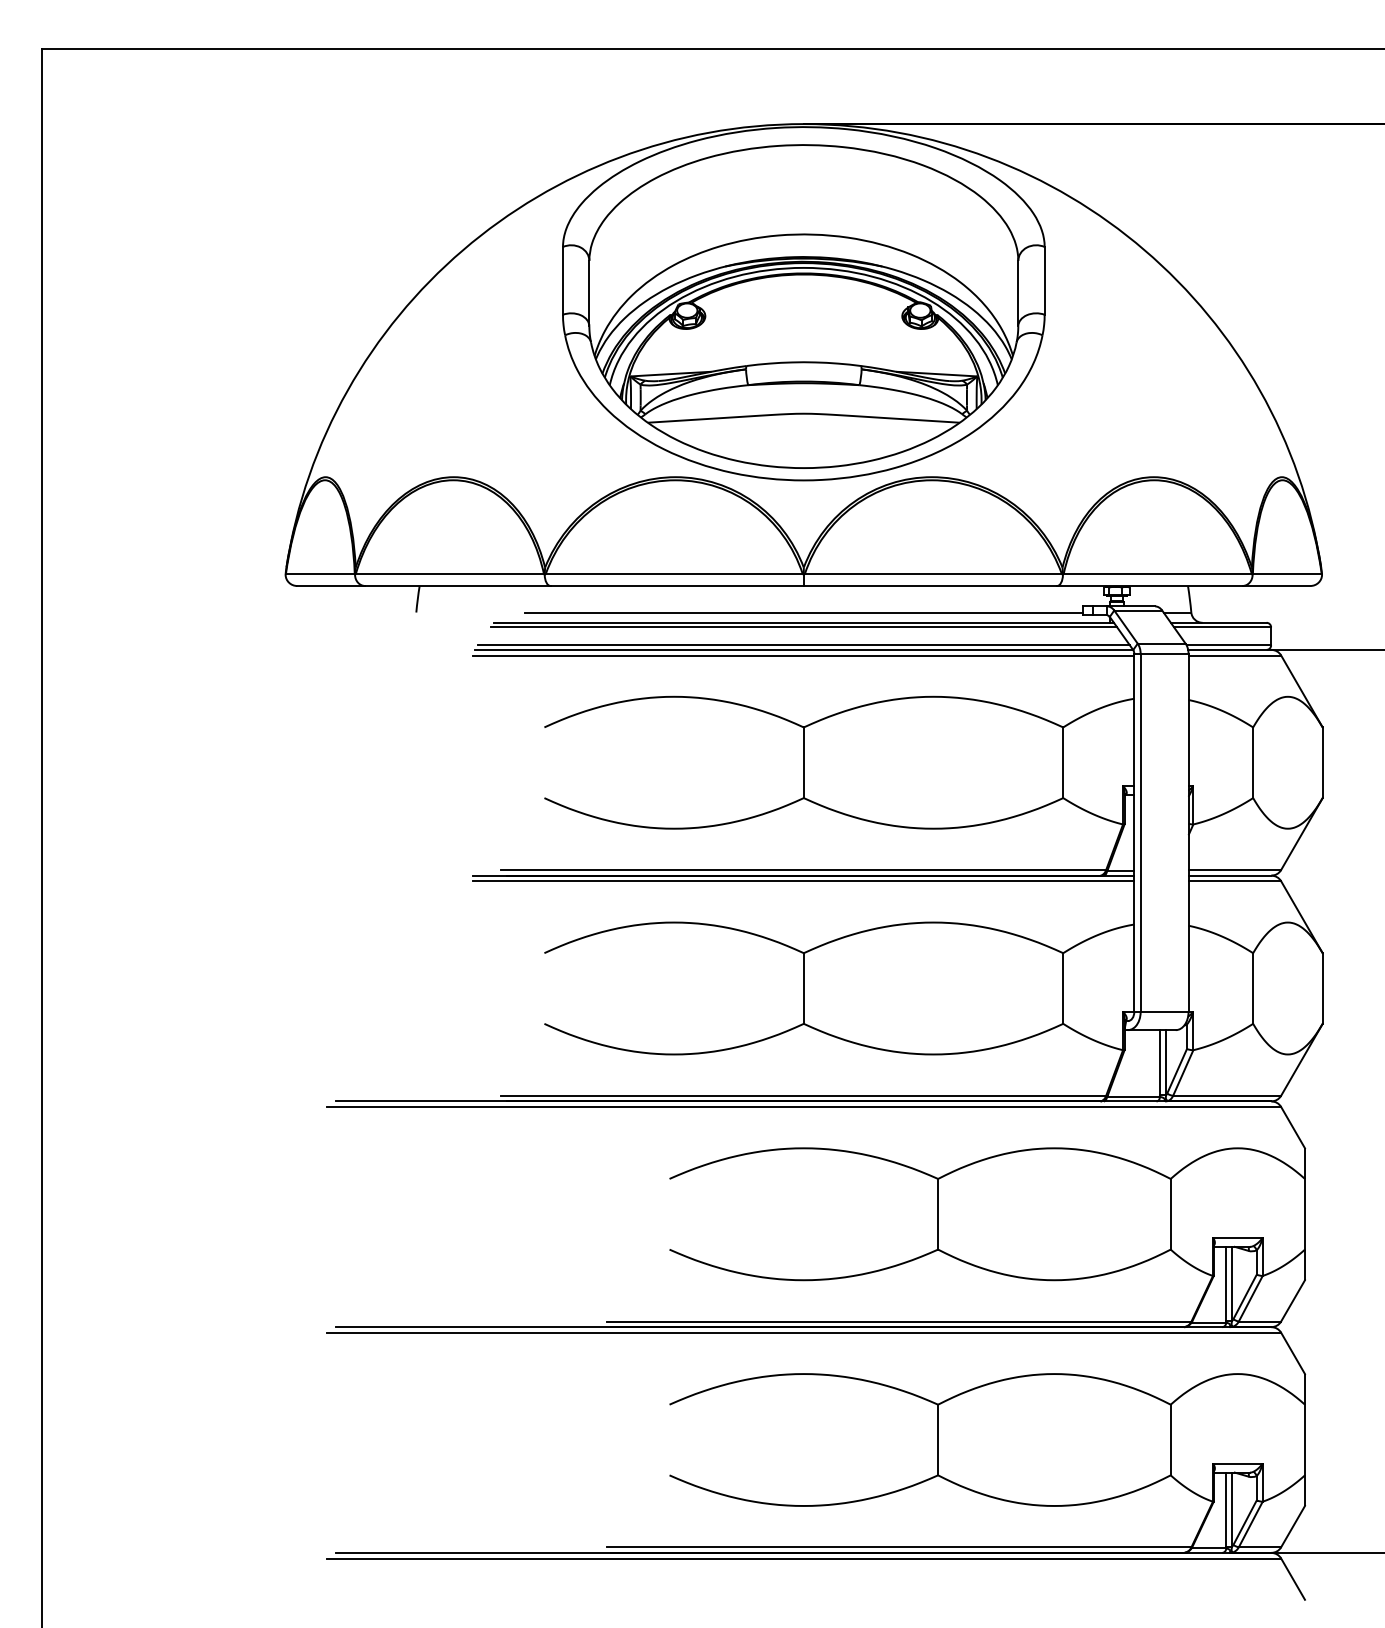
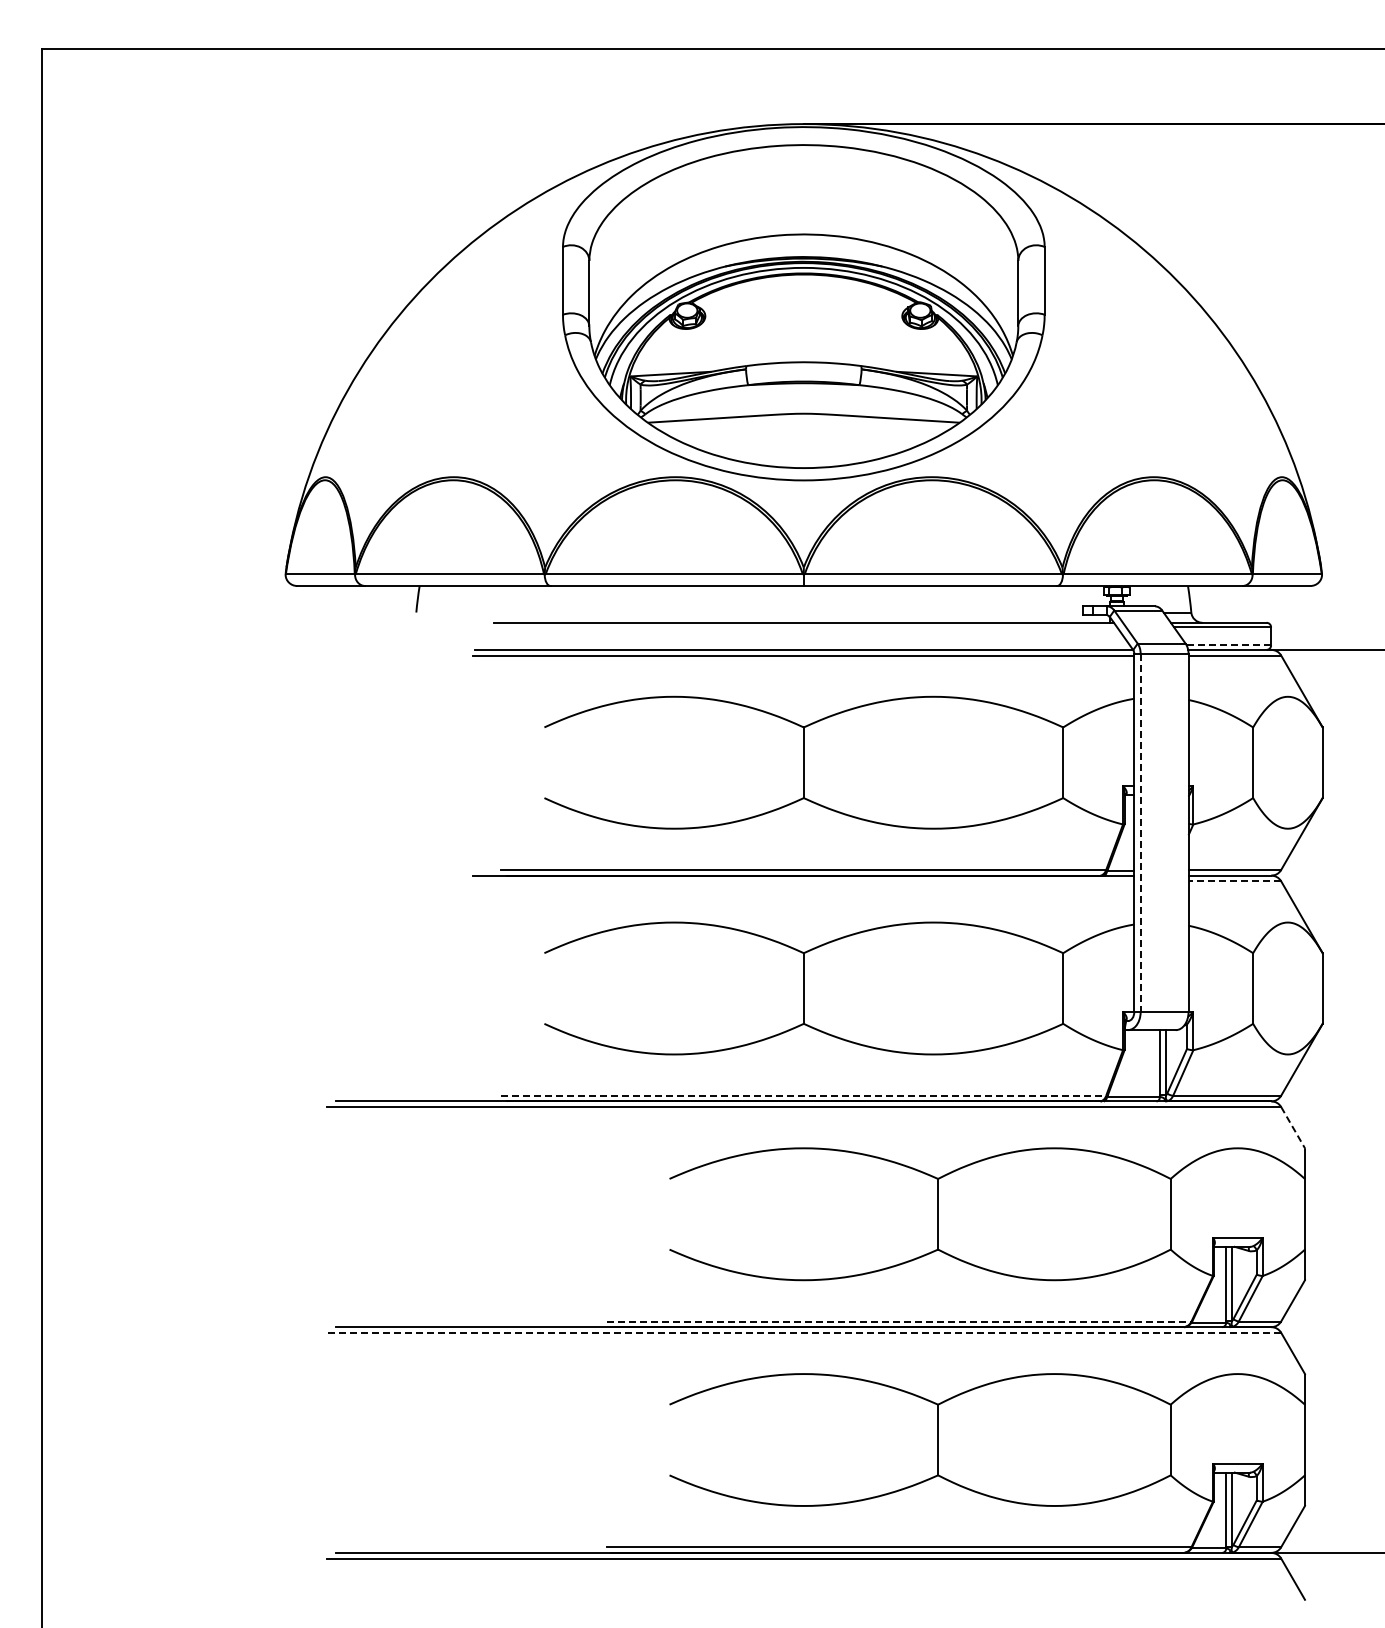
line at (803, 612): present -> none
line at (803, 627): present -> none
line at (803, 645): present -> none
line at (1229, 645): solid -> dashed
line at (1140, 833): solid -> dashed
line at (803, 881): present -> none
line at (1234, 881): solid -> dashed
line at (804, 1095): solid -> dashed
line at (1293, 1127): solid -> dashed
line at (899, 1321): solid -> dashed
line at (803, 1332): solid -> dashed
